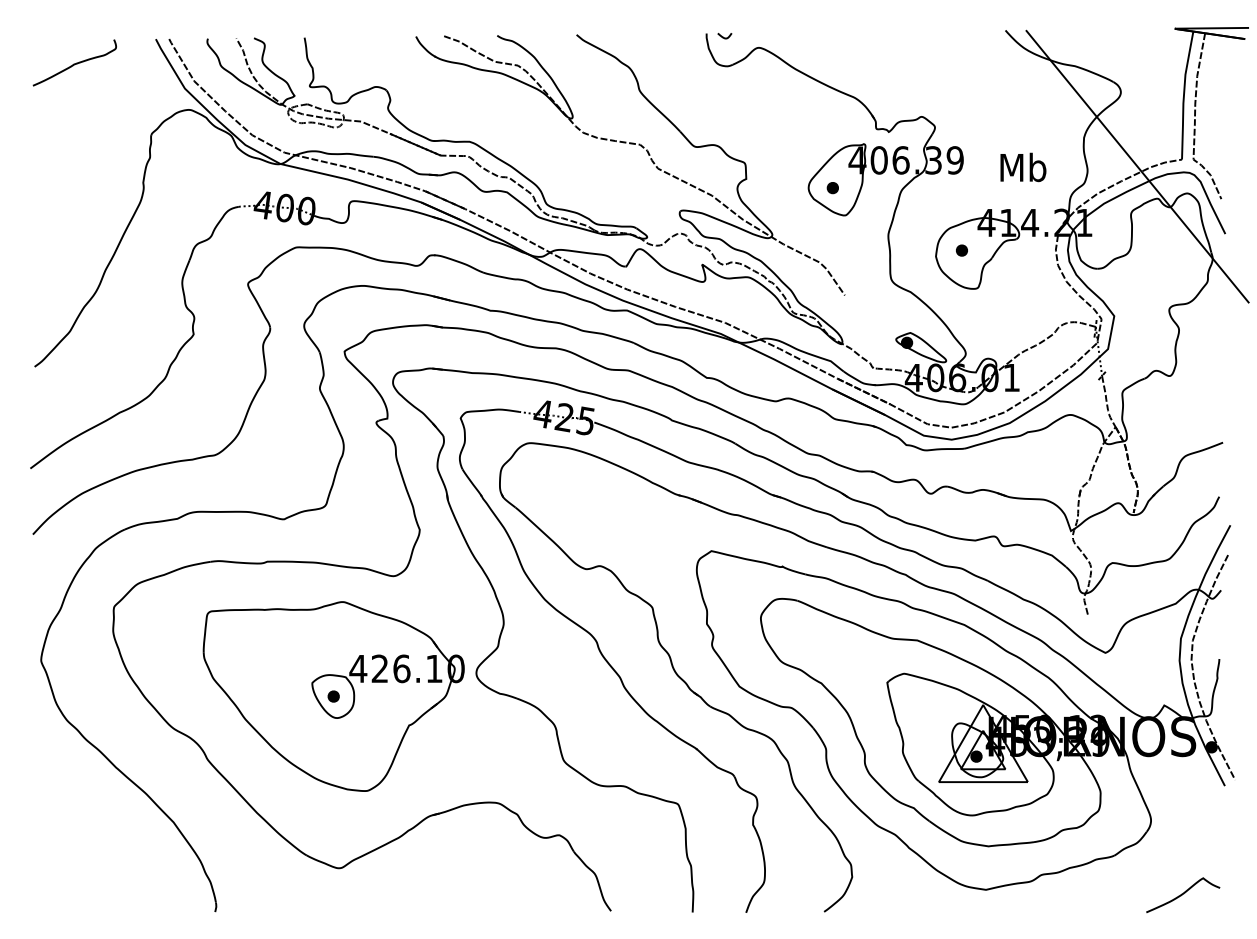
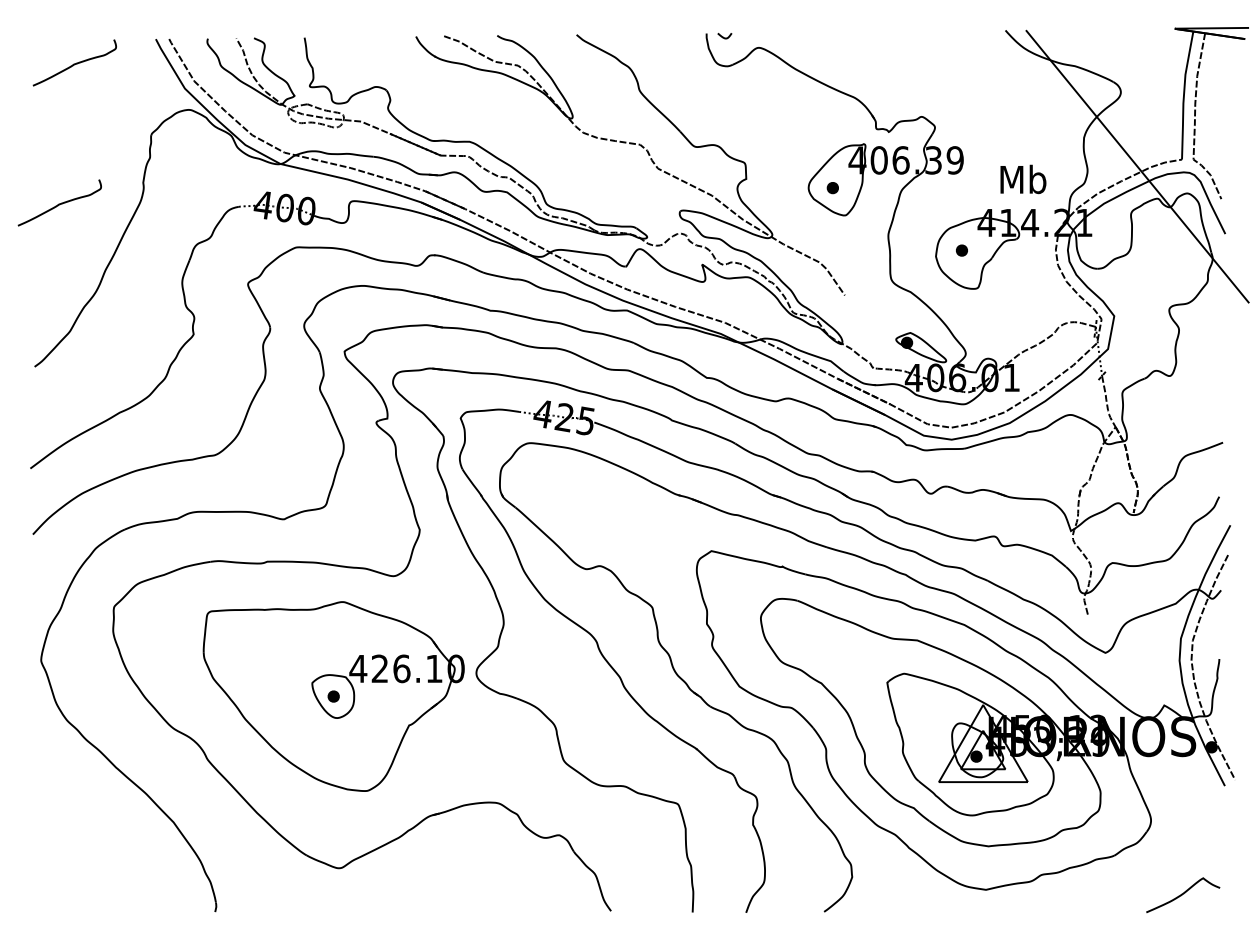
text at (1023, 167) position: (1023, 167) -> (1023, 179)
curve at (59, 203): none -> present
